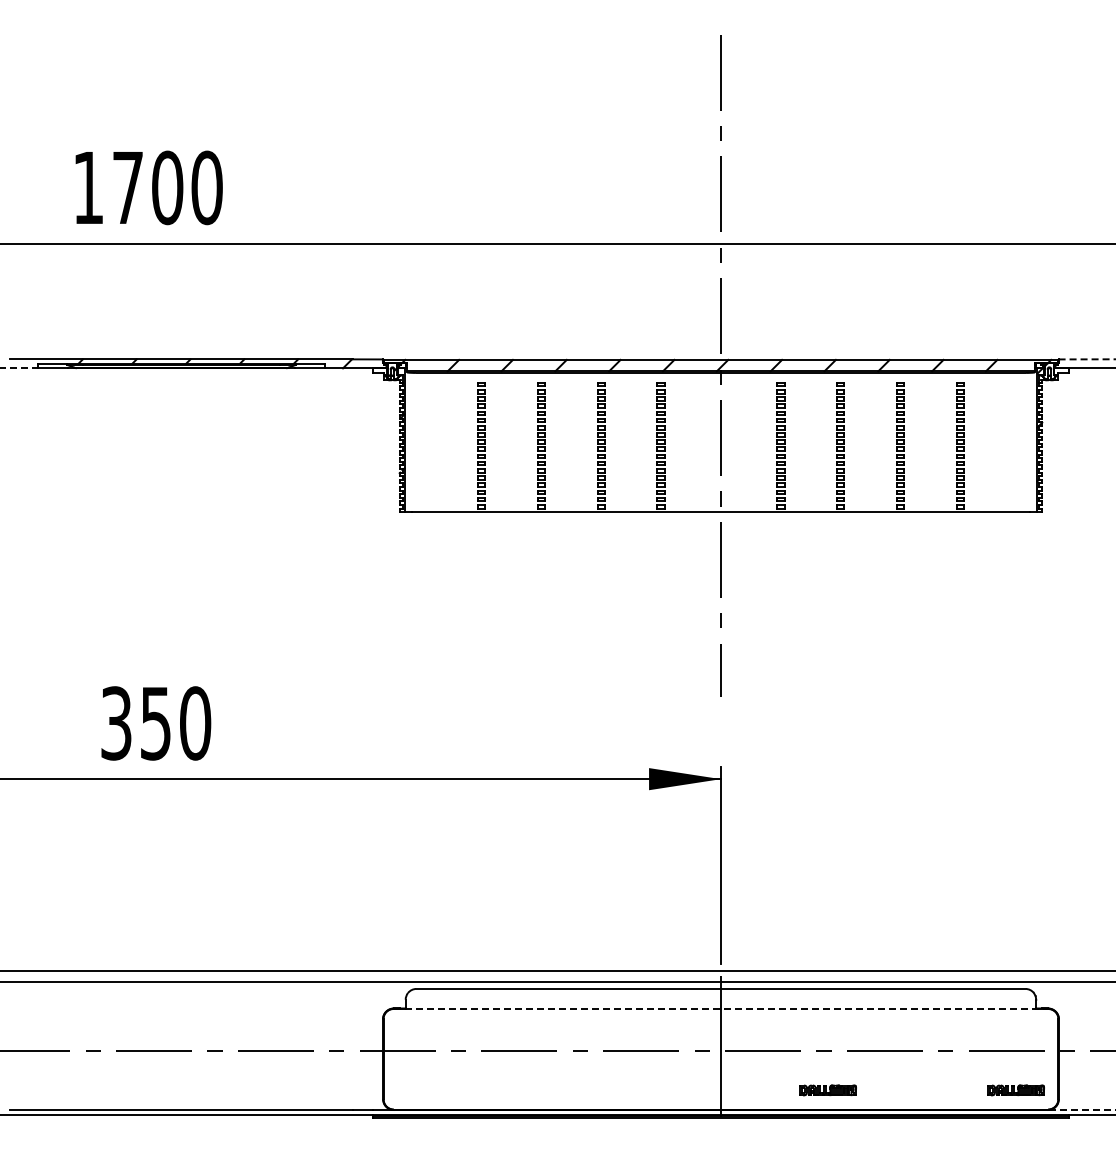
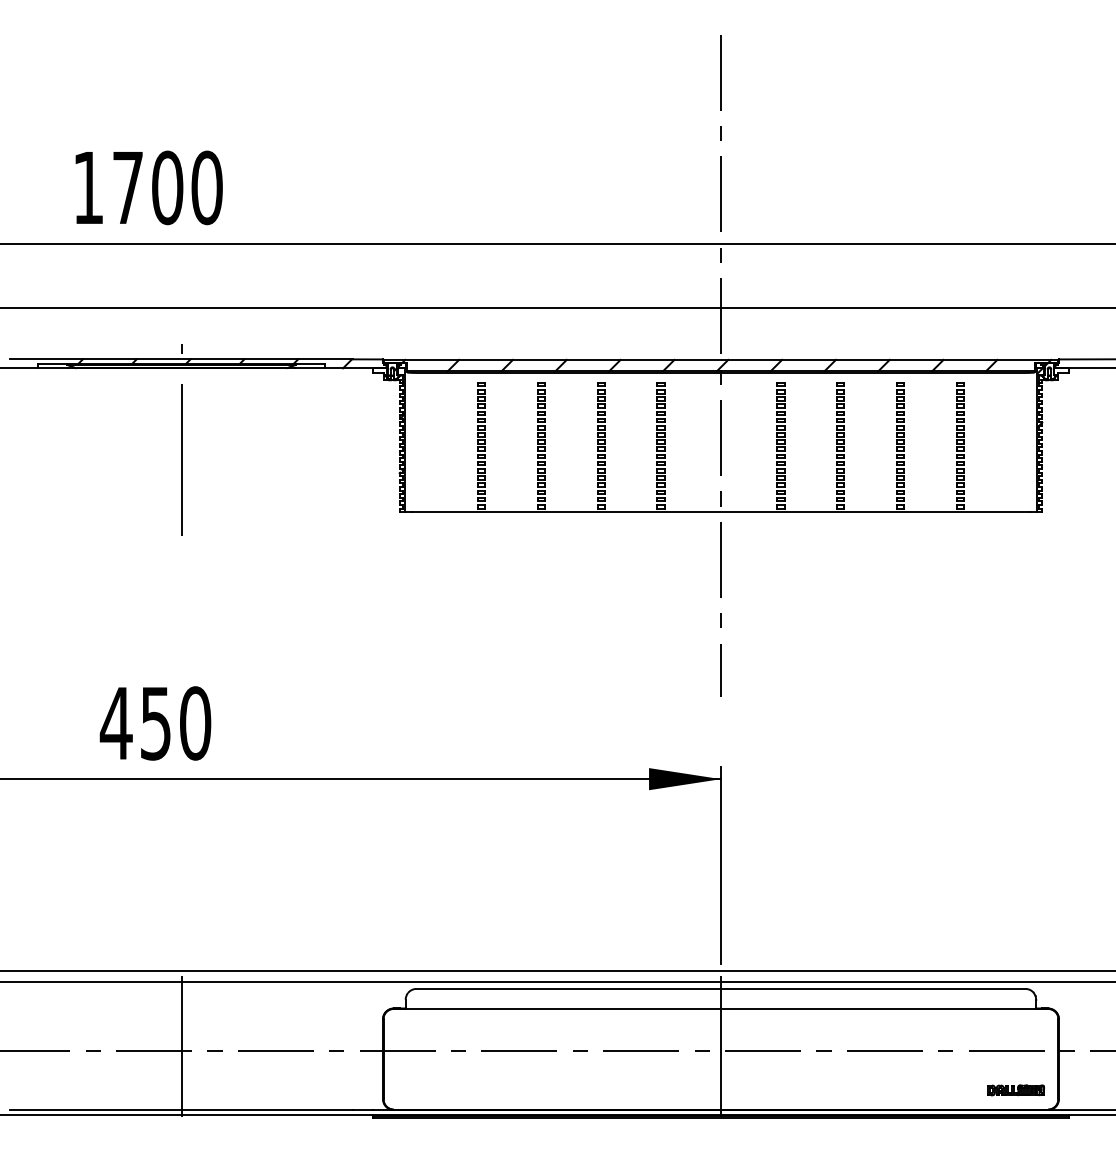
line at (557, 308): none -> present
line at (1086, 359): dashed -> solid
line at (18, 368): dashed -> solid
line at (181, 440): none -> present
text at (115, 723): 350 -> 450
line at (721, 1008): dashed -> solid
line at (181, 1046): none -> present
part at (827, 1090): present -> none
line at (1082, 1110): dashed -> solid
